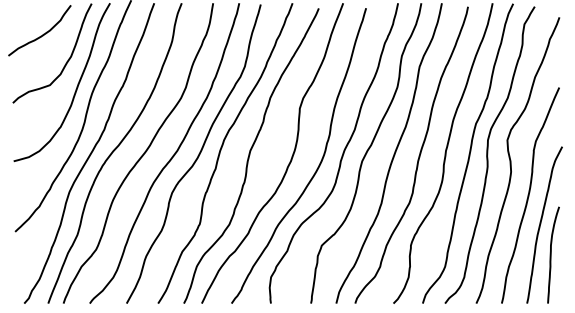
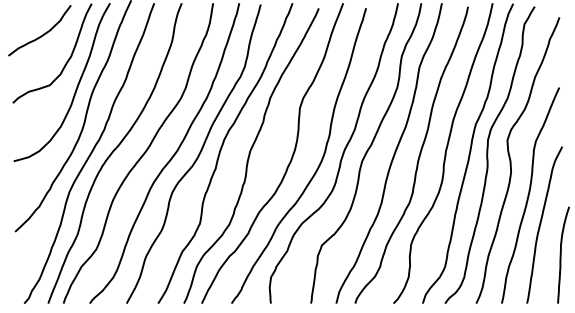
curve at (551, 254) position: (551, 254) -> (561, 254)
